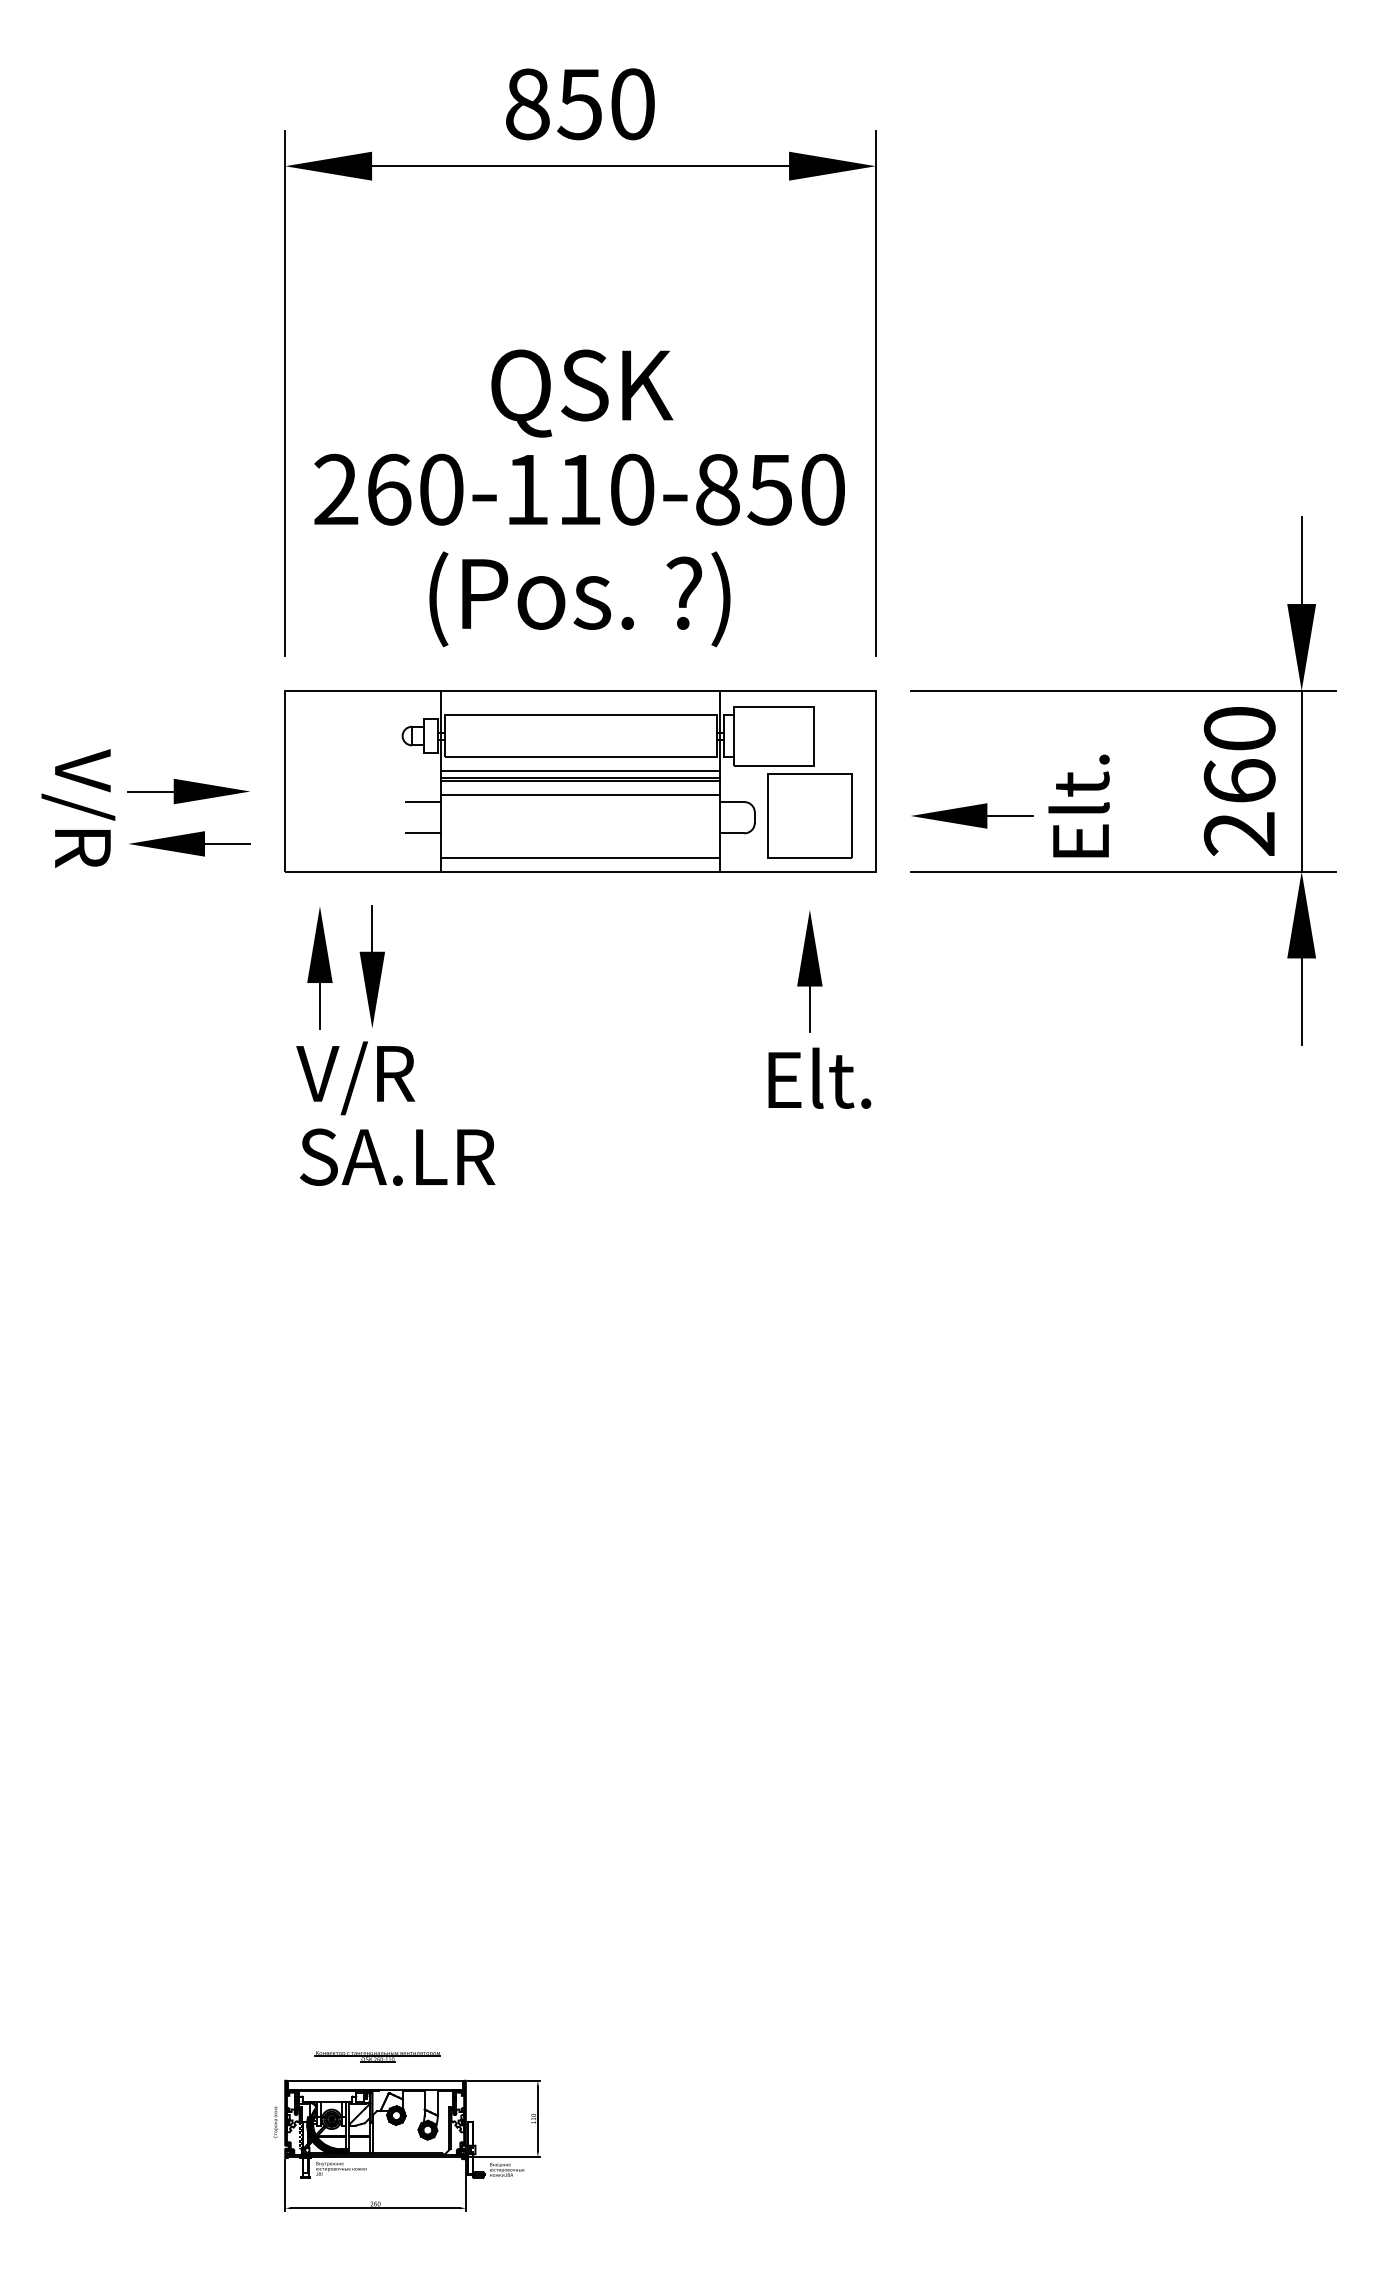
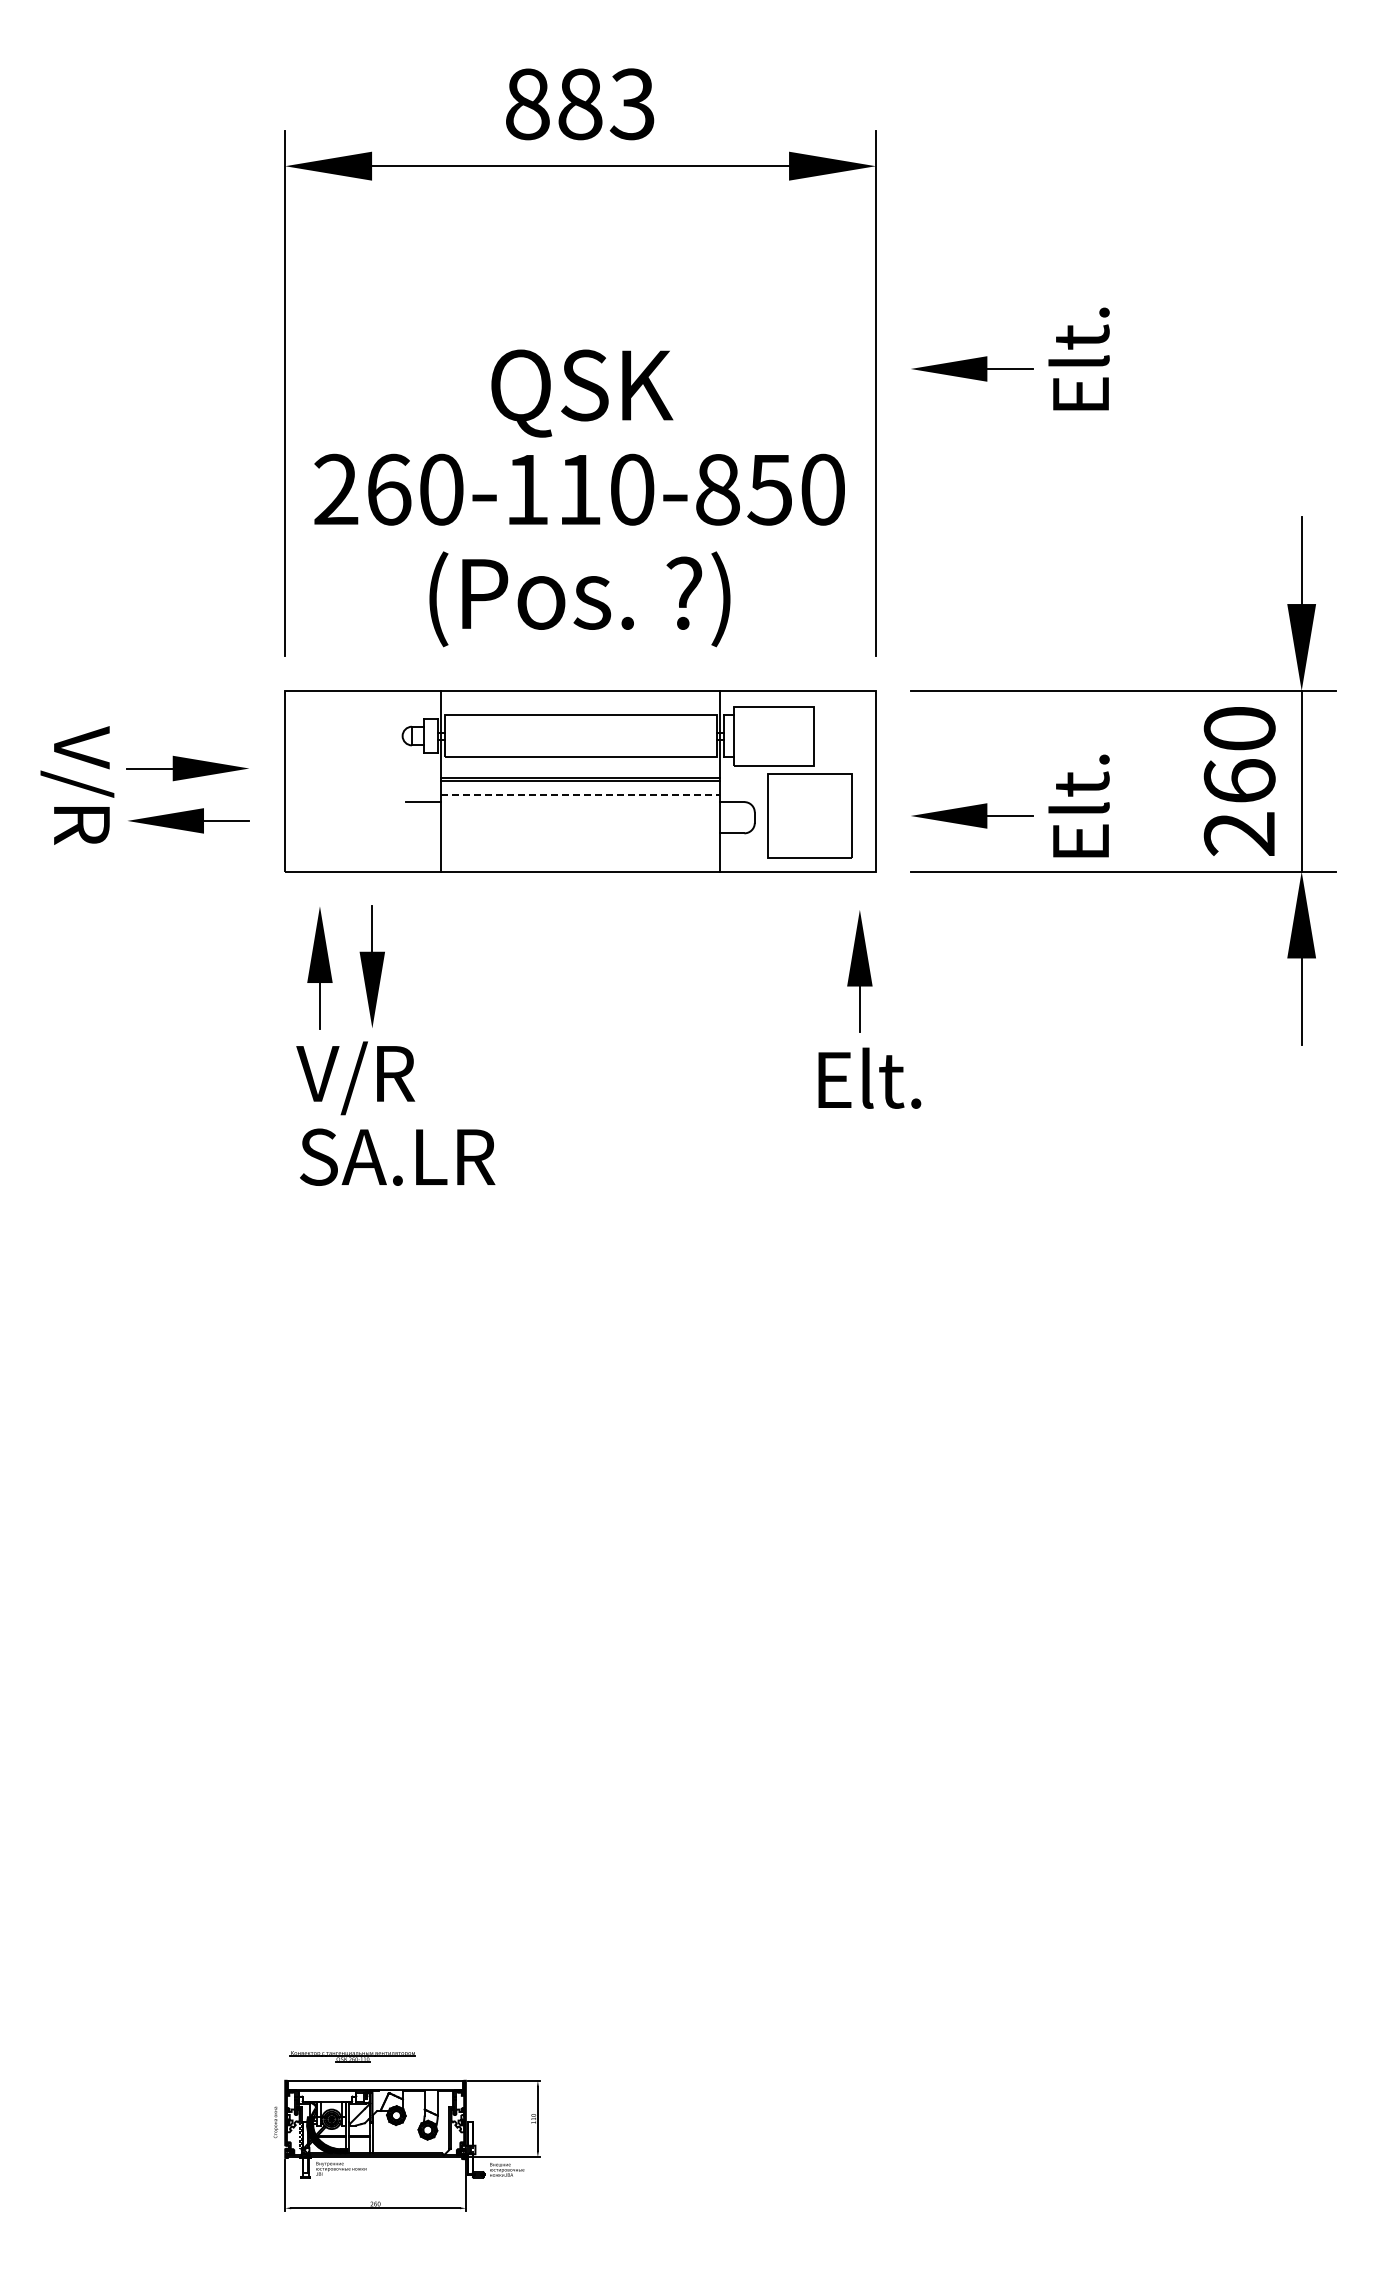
text at (605, 104): 850 -> 883
part at (1010, 368): none -> present
line at (580, 770): present -> none
part at (145, 792) position: (145, 792) -> (144, 769)
line at (580, 795): solid -> dashed
line at (423, 833): present -> none
line at (580, 857): present -> none
part at (810, 1009) position: (810, 1009) -> (860, 1009)
part at (377, 2056) position: (377, 2056) -> (352, 2056)
